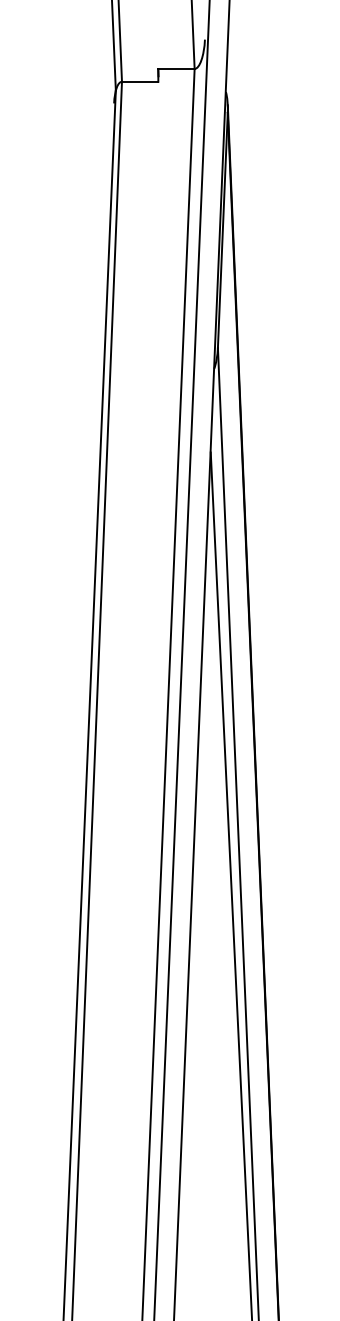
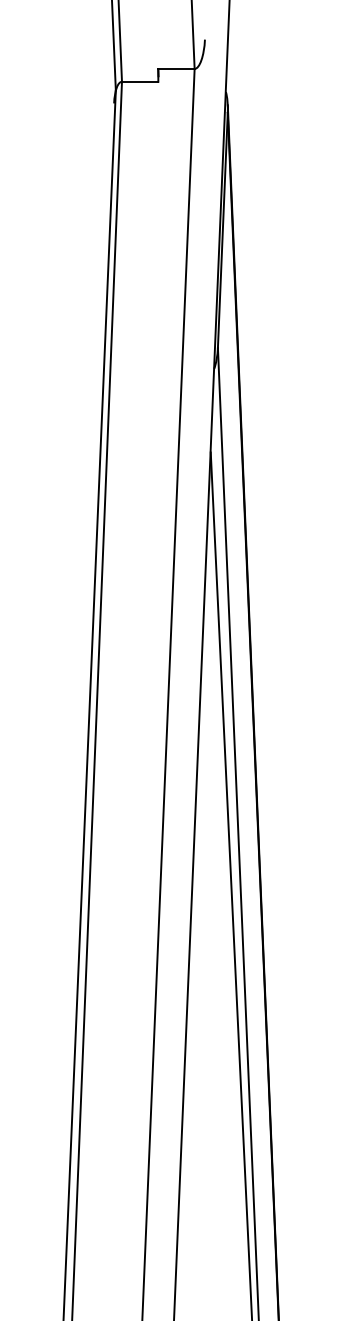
line at (181, 659): present -> none
